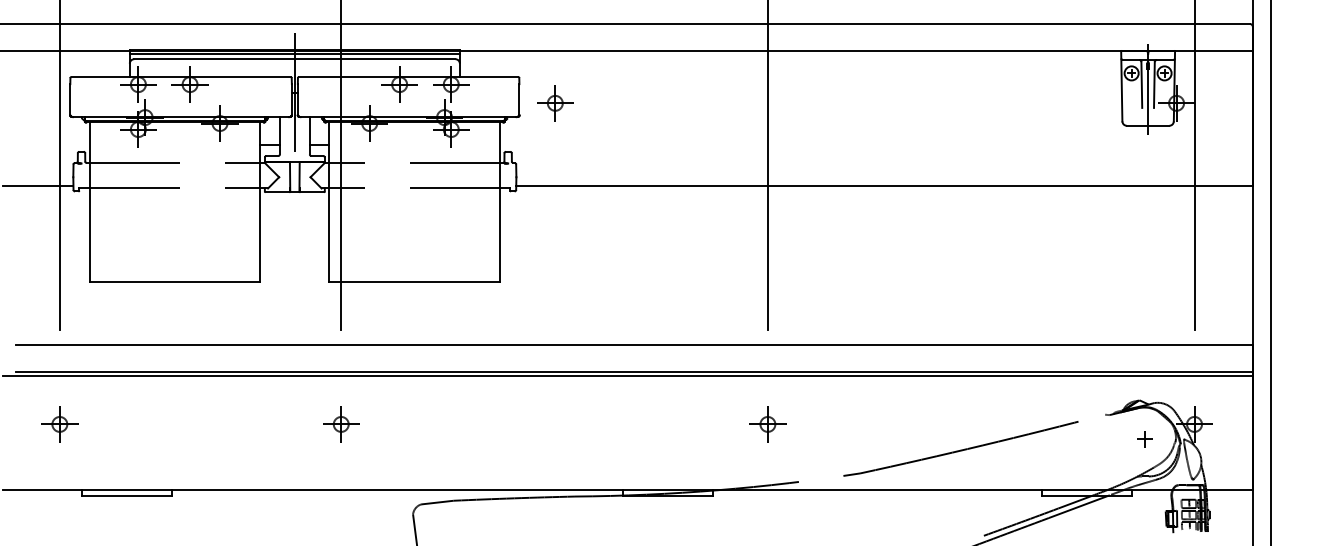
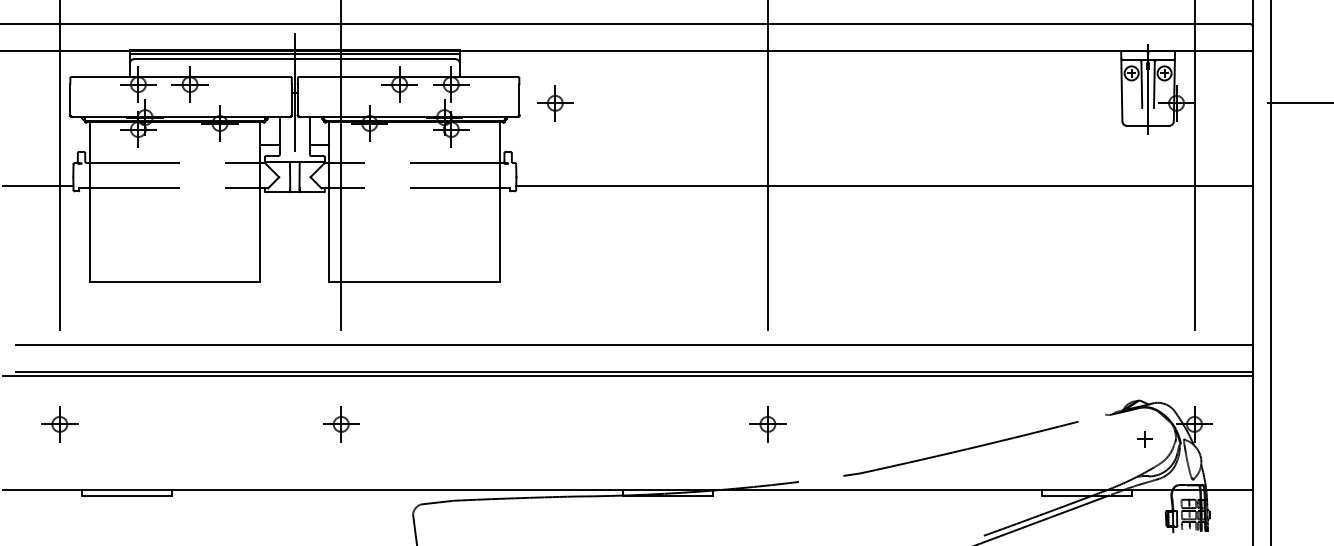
line at (1299, 103): none -> present
